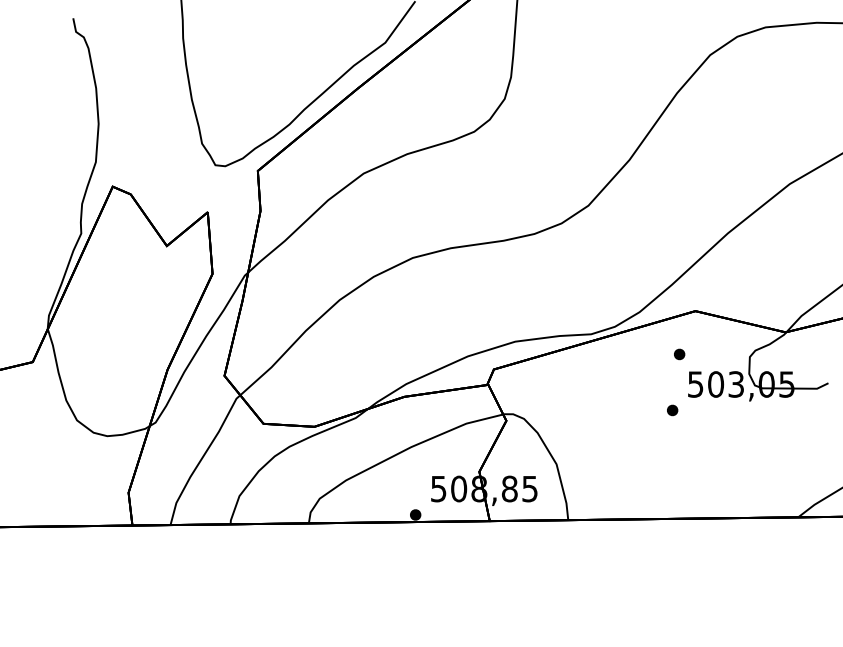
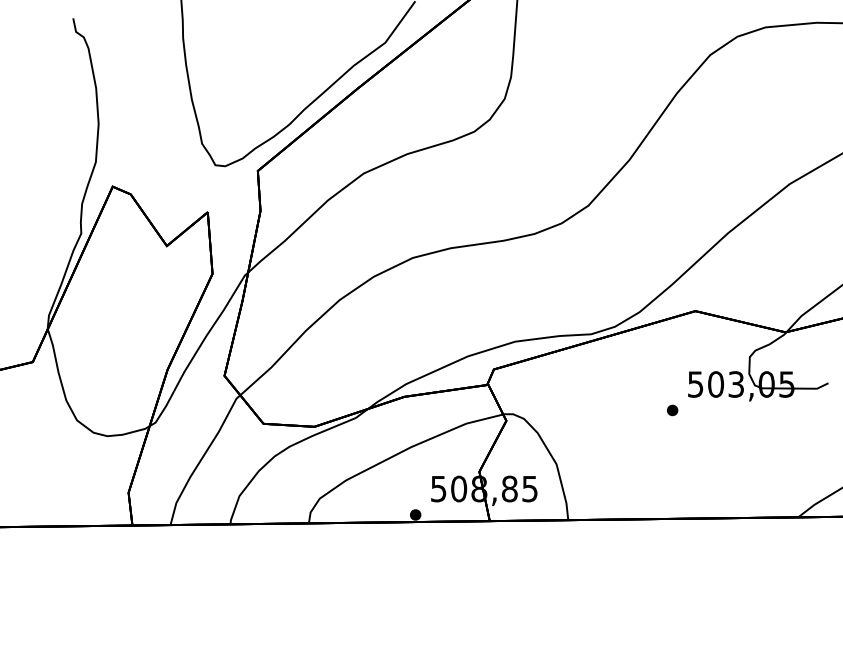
part at (679, 354): present -> none
